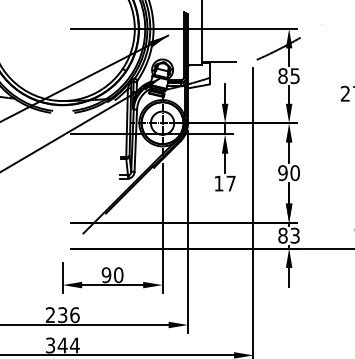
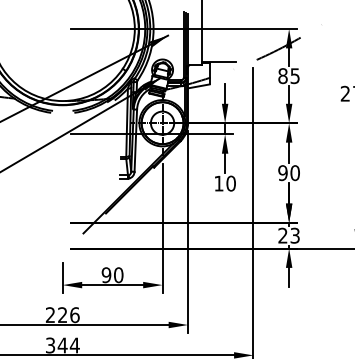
text at (230, 183): 17 -> 10
text at (282, 235): 83 -> 23
text at (62, 315): 236 -> 226
